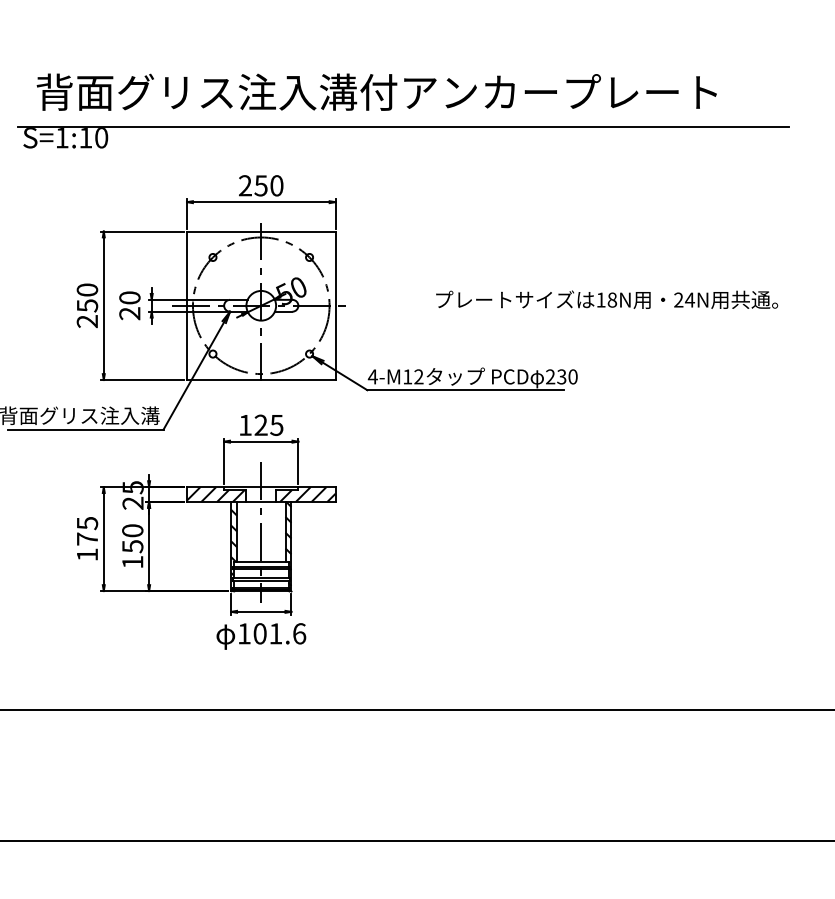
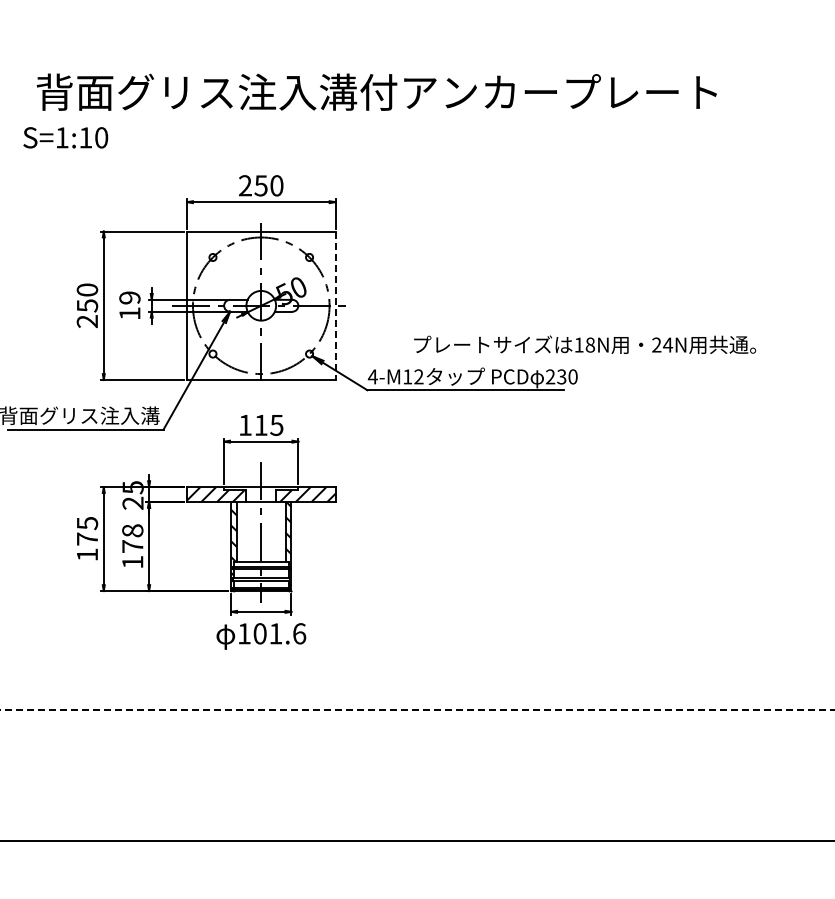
line at (403, 126): present -> none
text at (607, 299) position: (607, 299) -> (585, 344)
text at (129, 305): 20 -> 19
line at (335, 306): solid -> dashed
text at (260, 424): 125 -> 115
text at (132, 538): 150 -> 178
line at (417, 710): solid -> dashed
